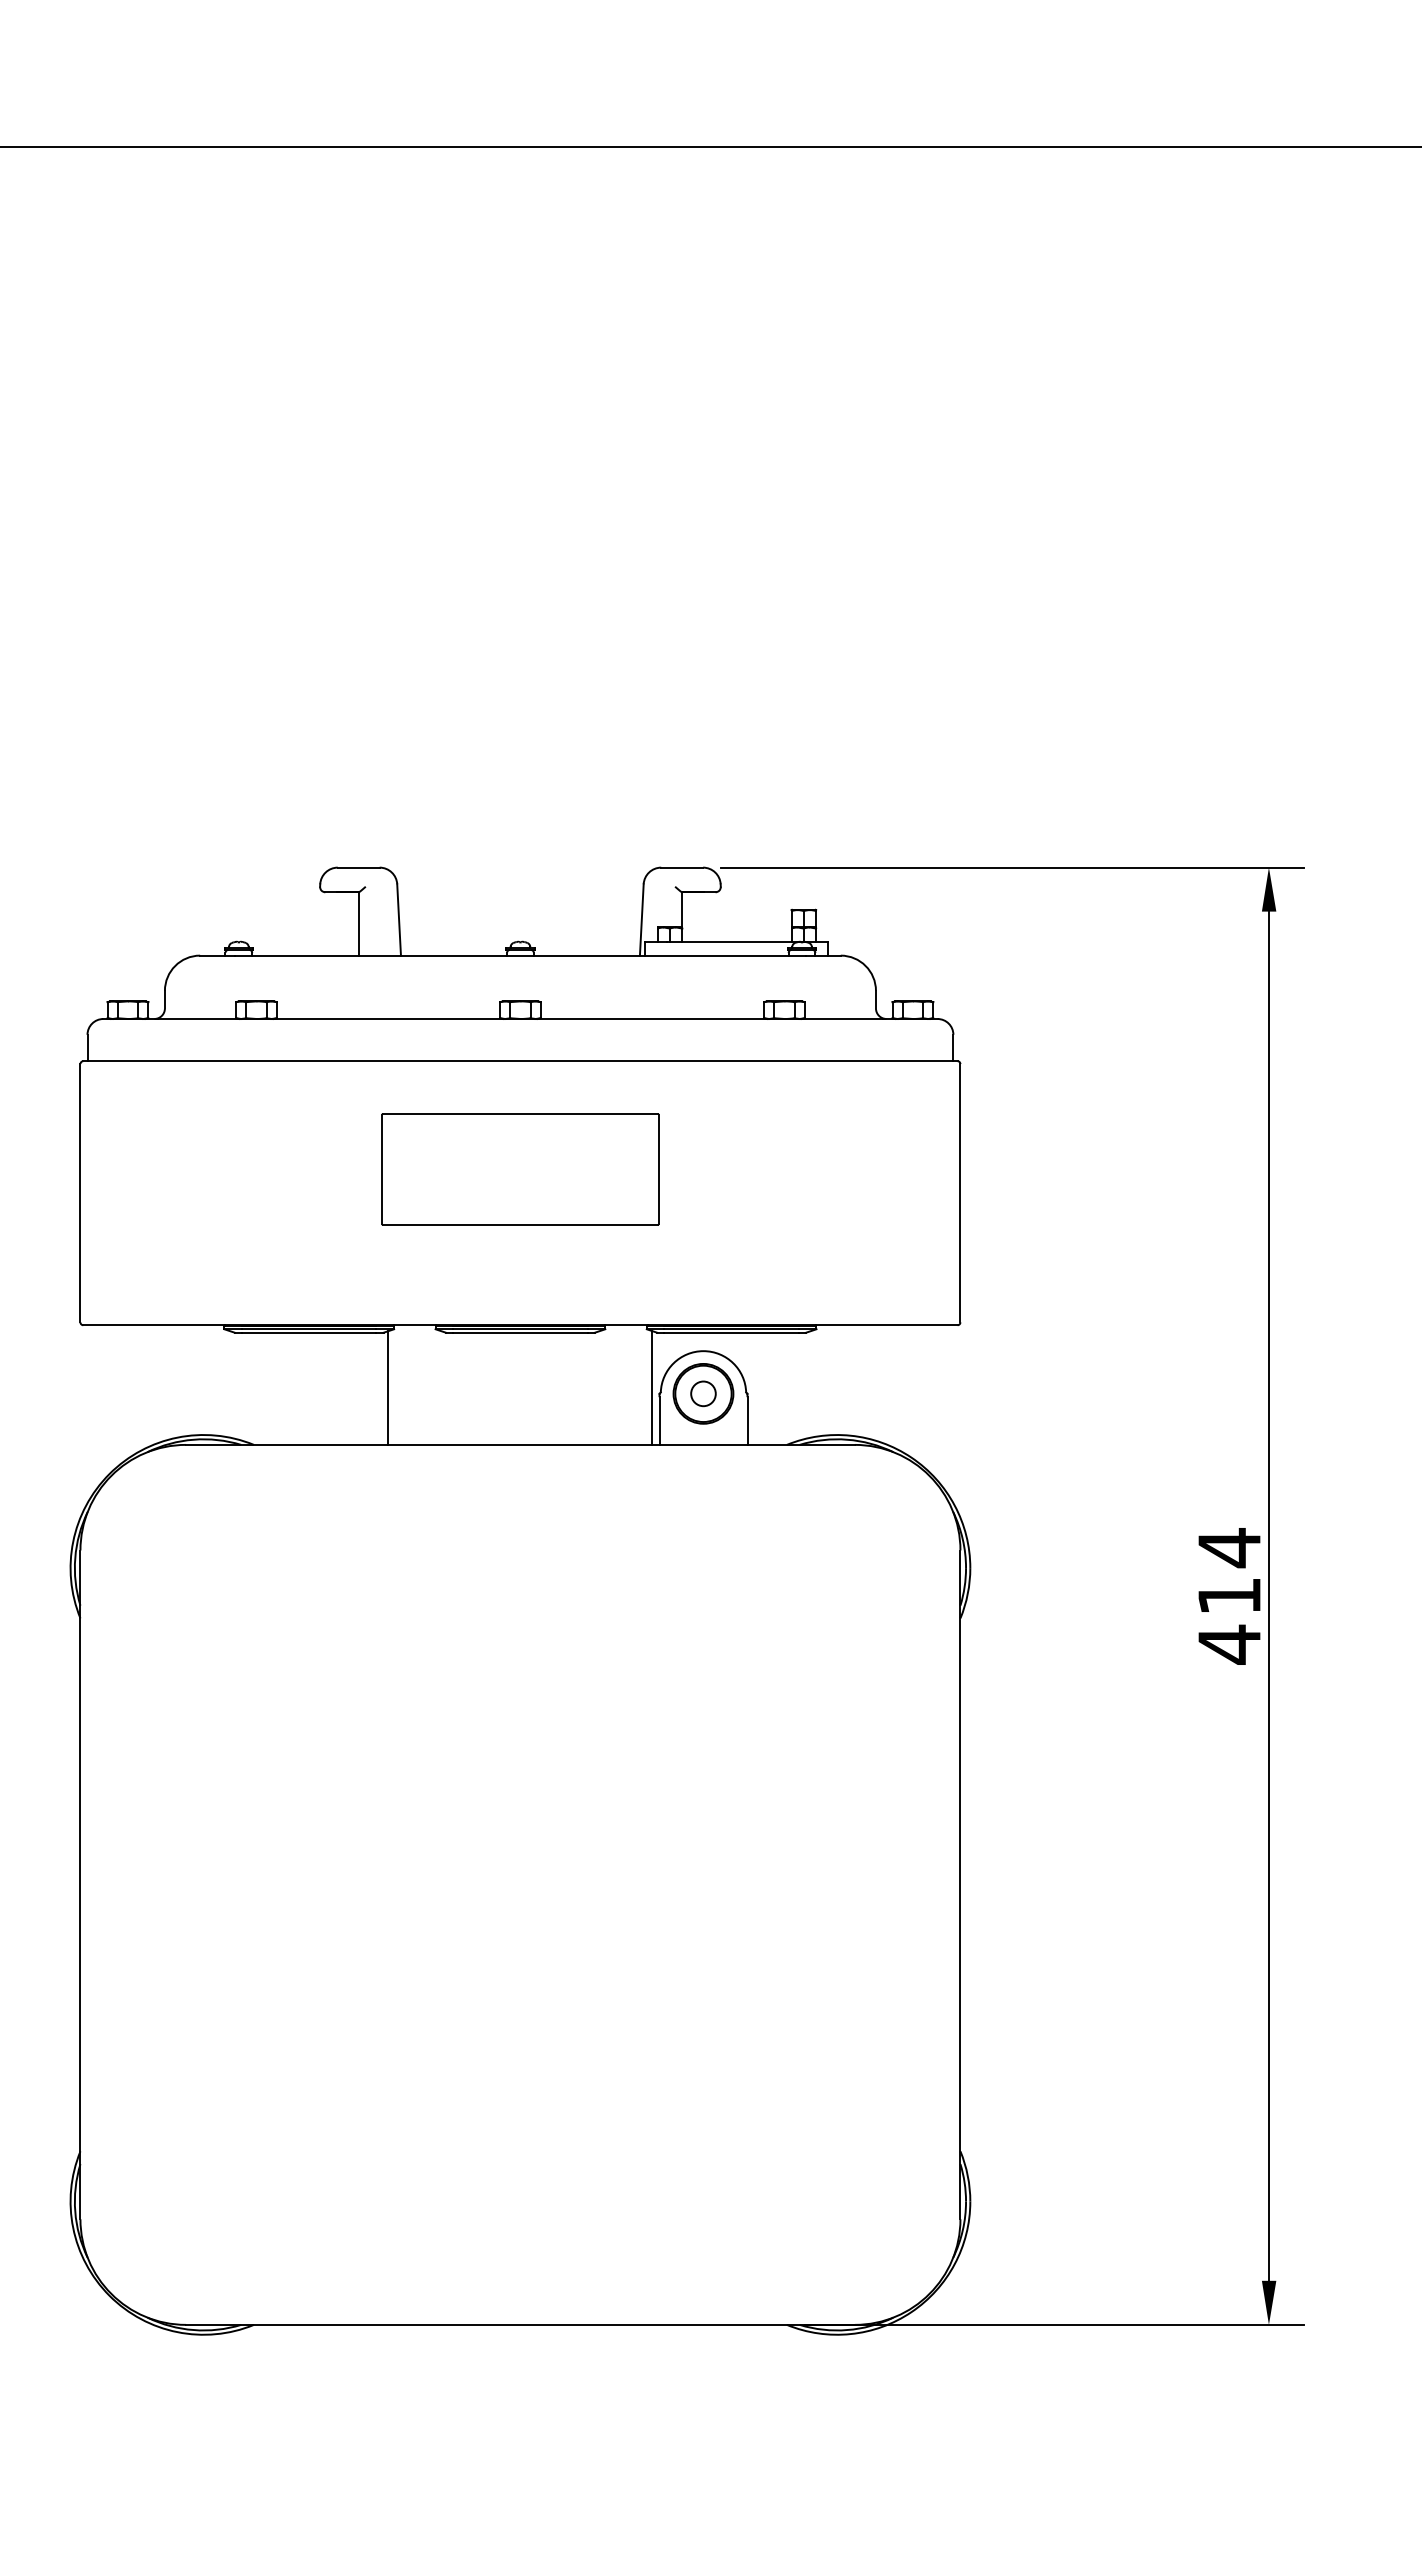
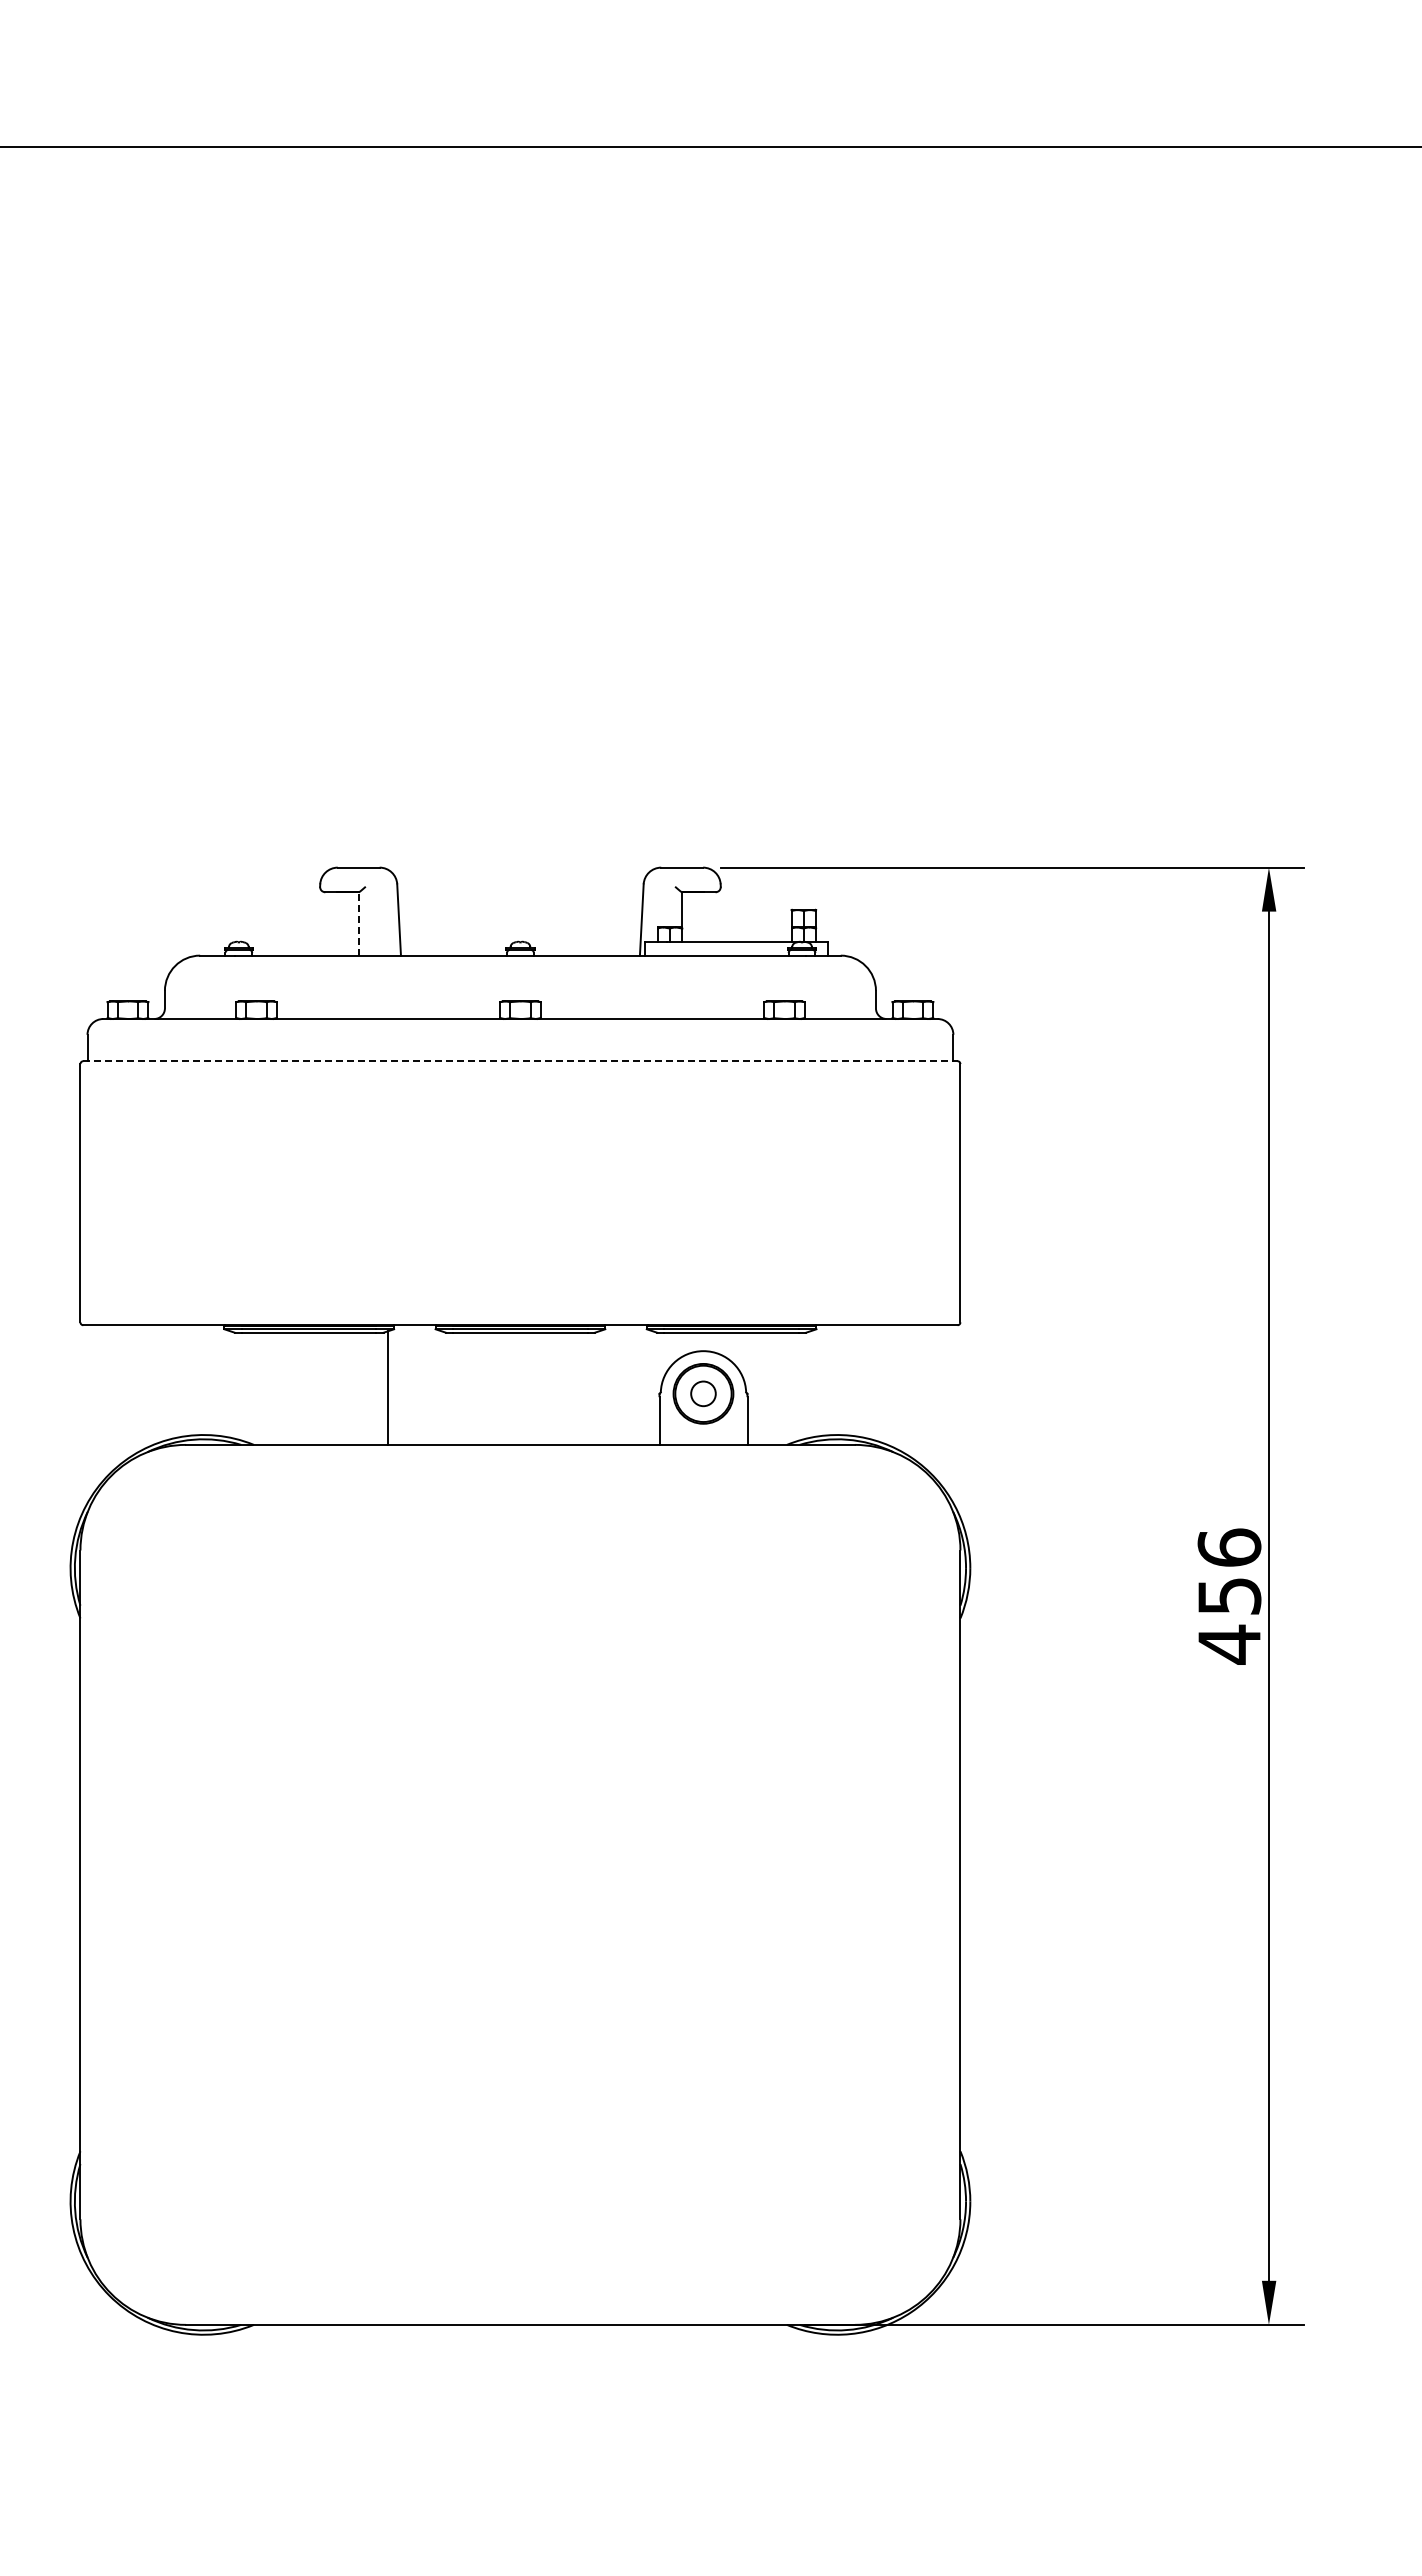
line at (358, 923): solid -> dashed
line at (520, 1061): solid -> dashed
part at (520, 1169): present -> none
line at (652, 1387): present -> none
text at (1229, 1571): 414 -> 456
